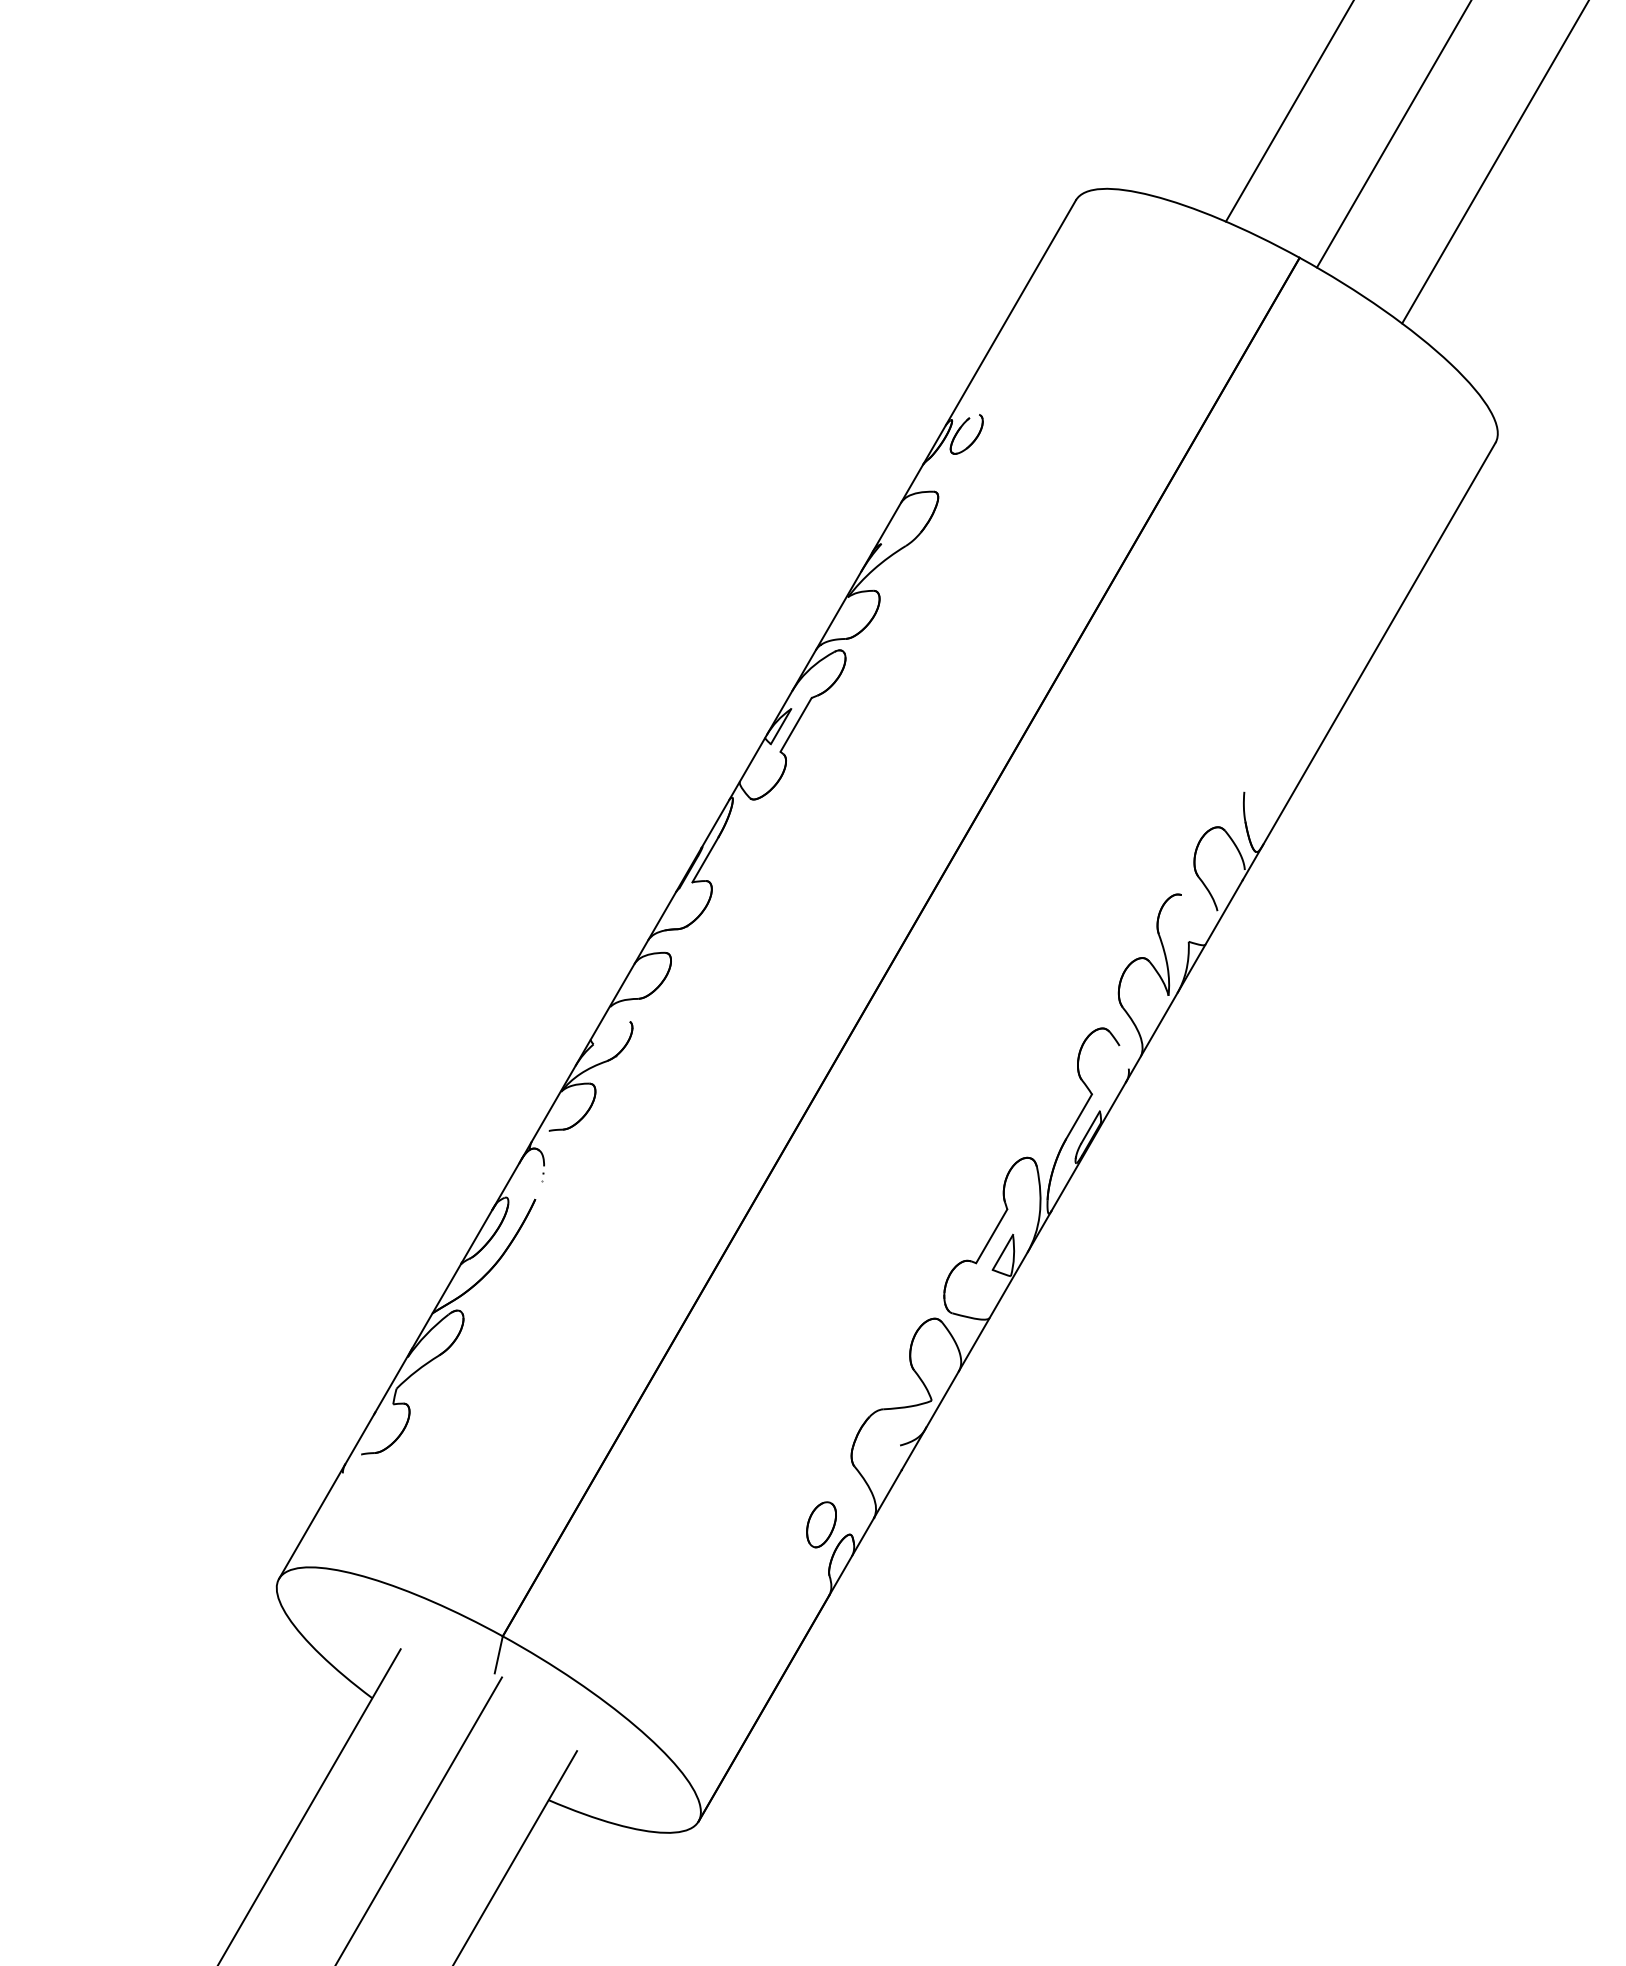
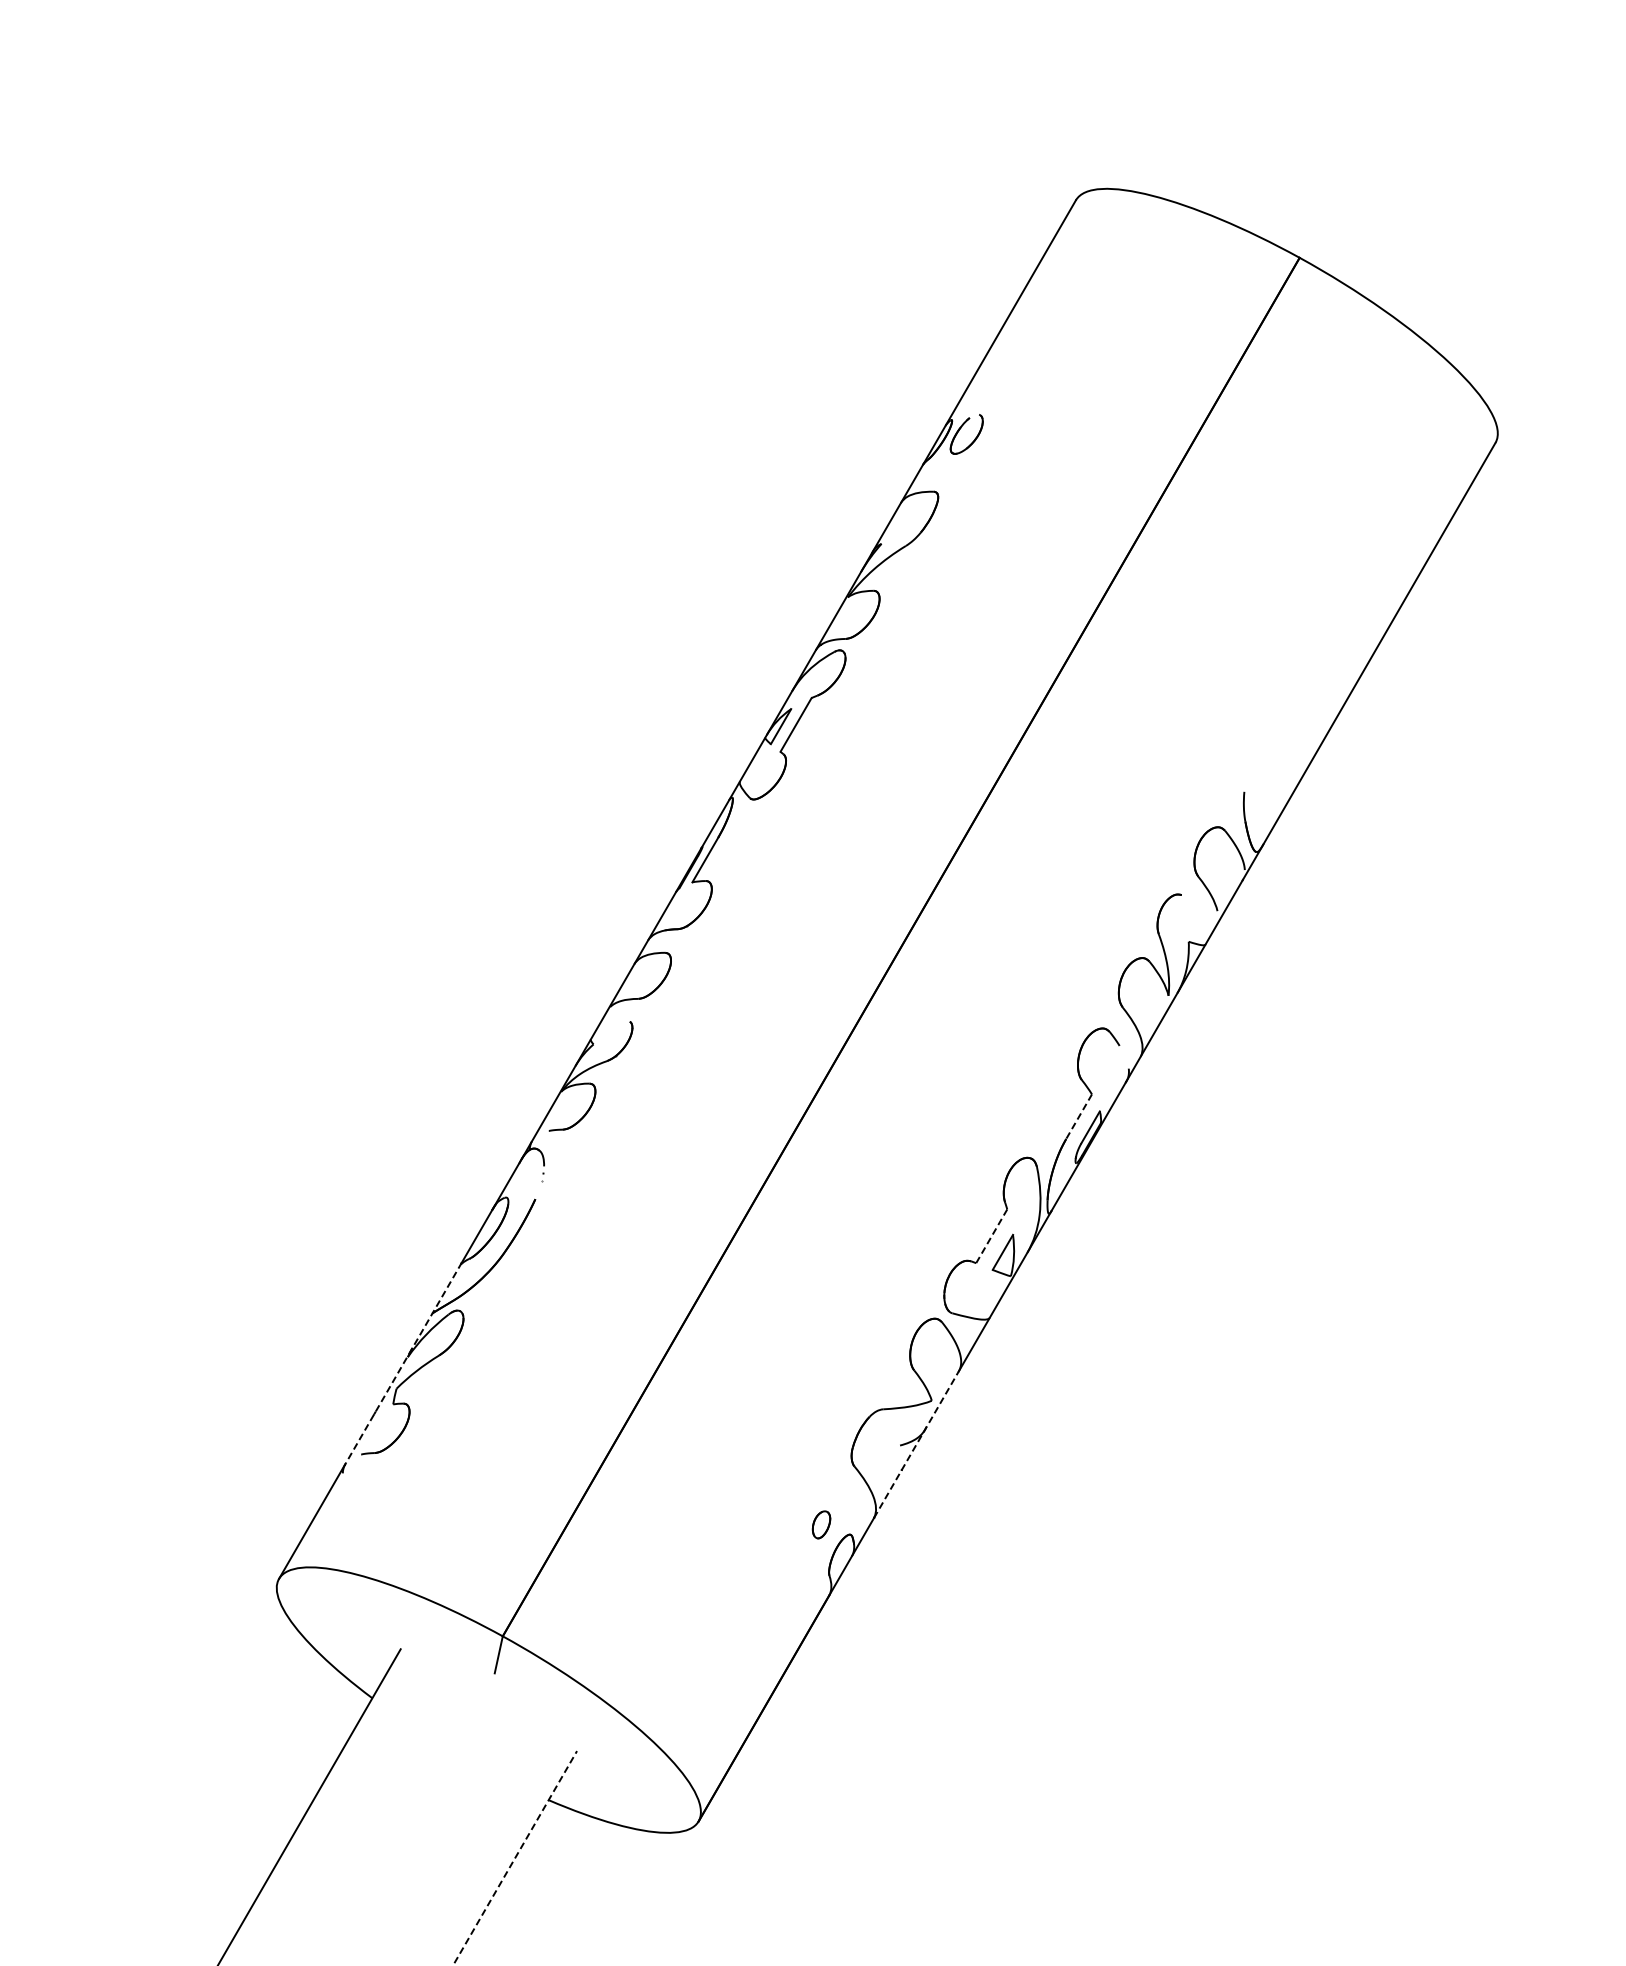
line at (1288, 111): present -> none
line at (1393, 134): present -> none
line at (1494, 162): present -> none
line at (1079, 1116): solid -> dashed
line at (991, 1236): solid -> dashed
line at (403, 1363): solid -> dashed
line at (916, 1444): solid -> dashed
part at (821, 1524) size: 31x48 px -> 21x30 px
line at (419, 1819): present -> none
line at (514, 1858): solid -> dashed
